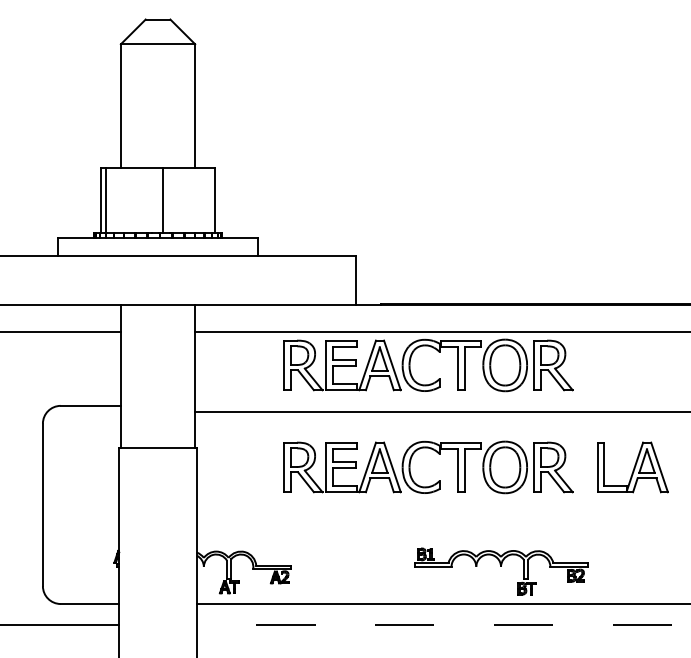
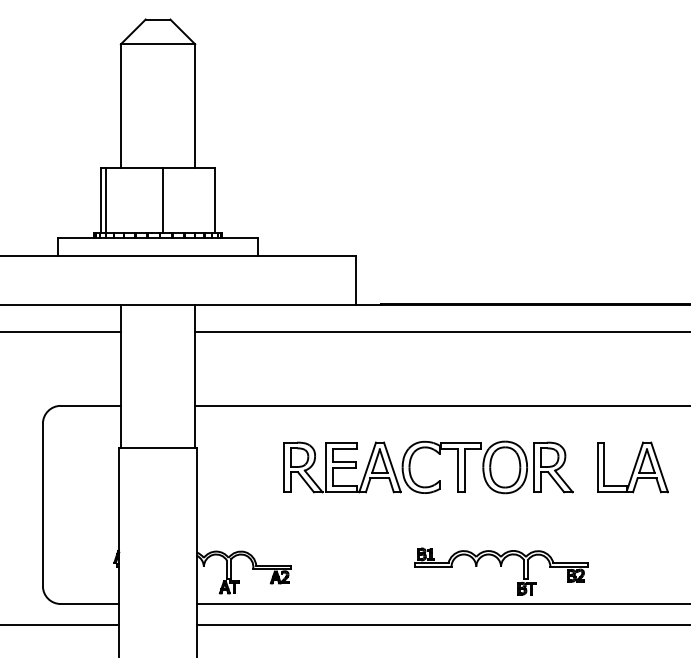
part at (438, 352): present -> none
line at (441, 411) position: (441, 411) -> (441, 405)
line at (443, 625): dashed -> solid
